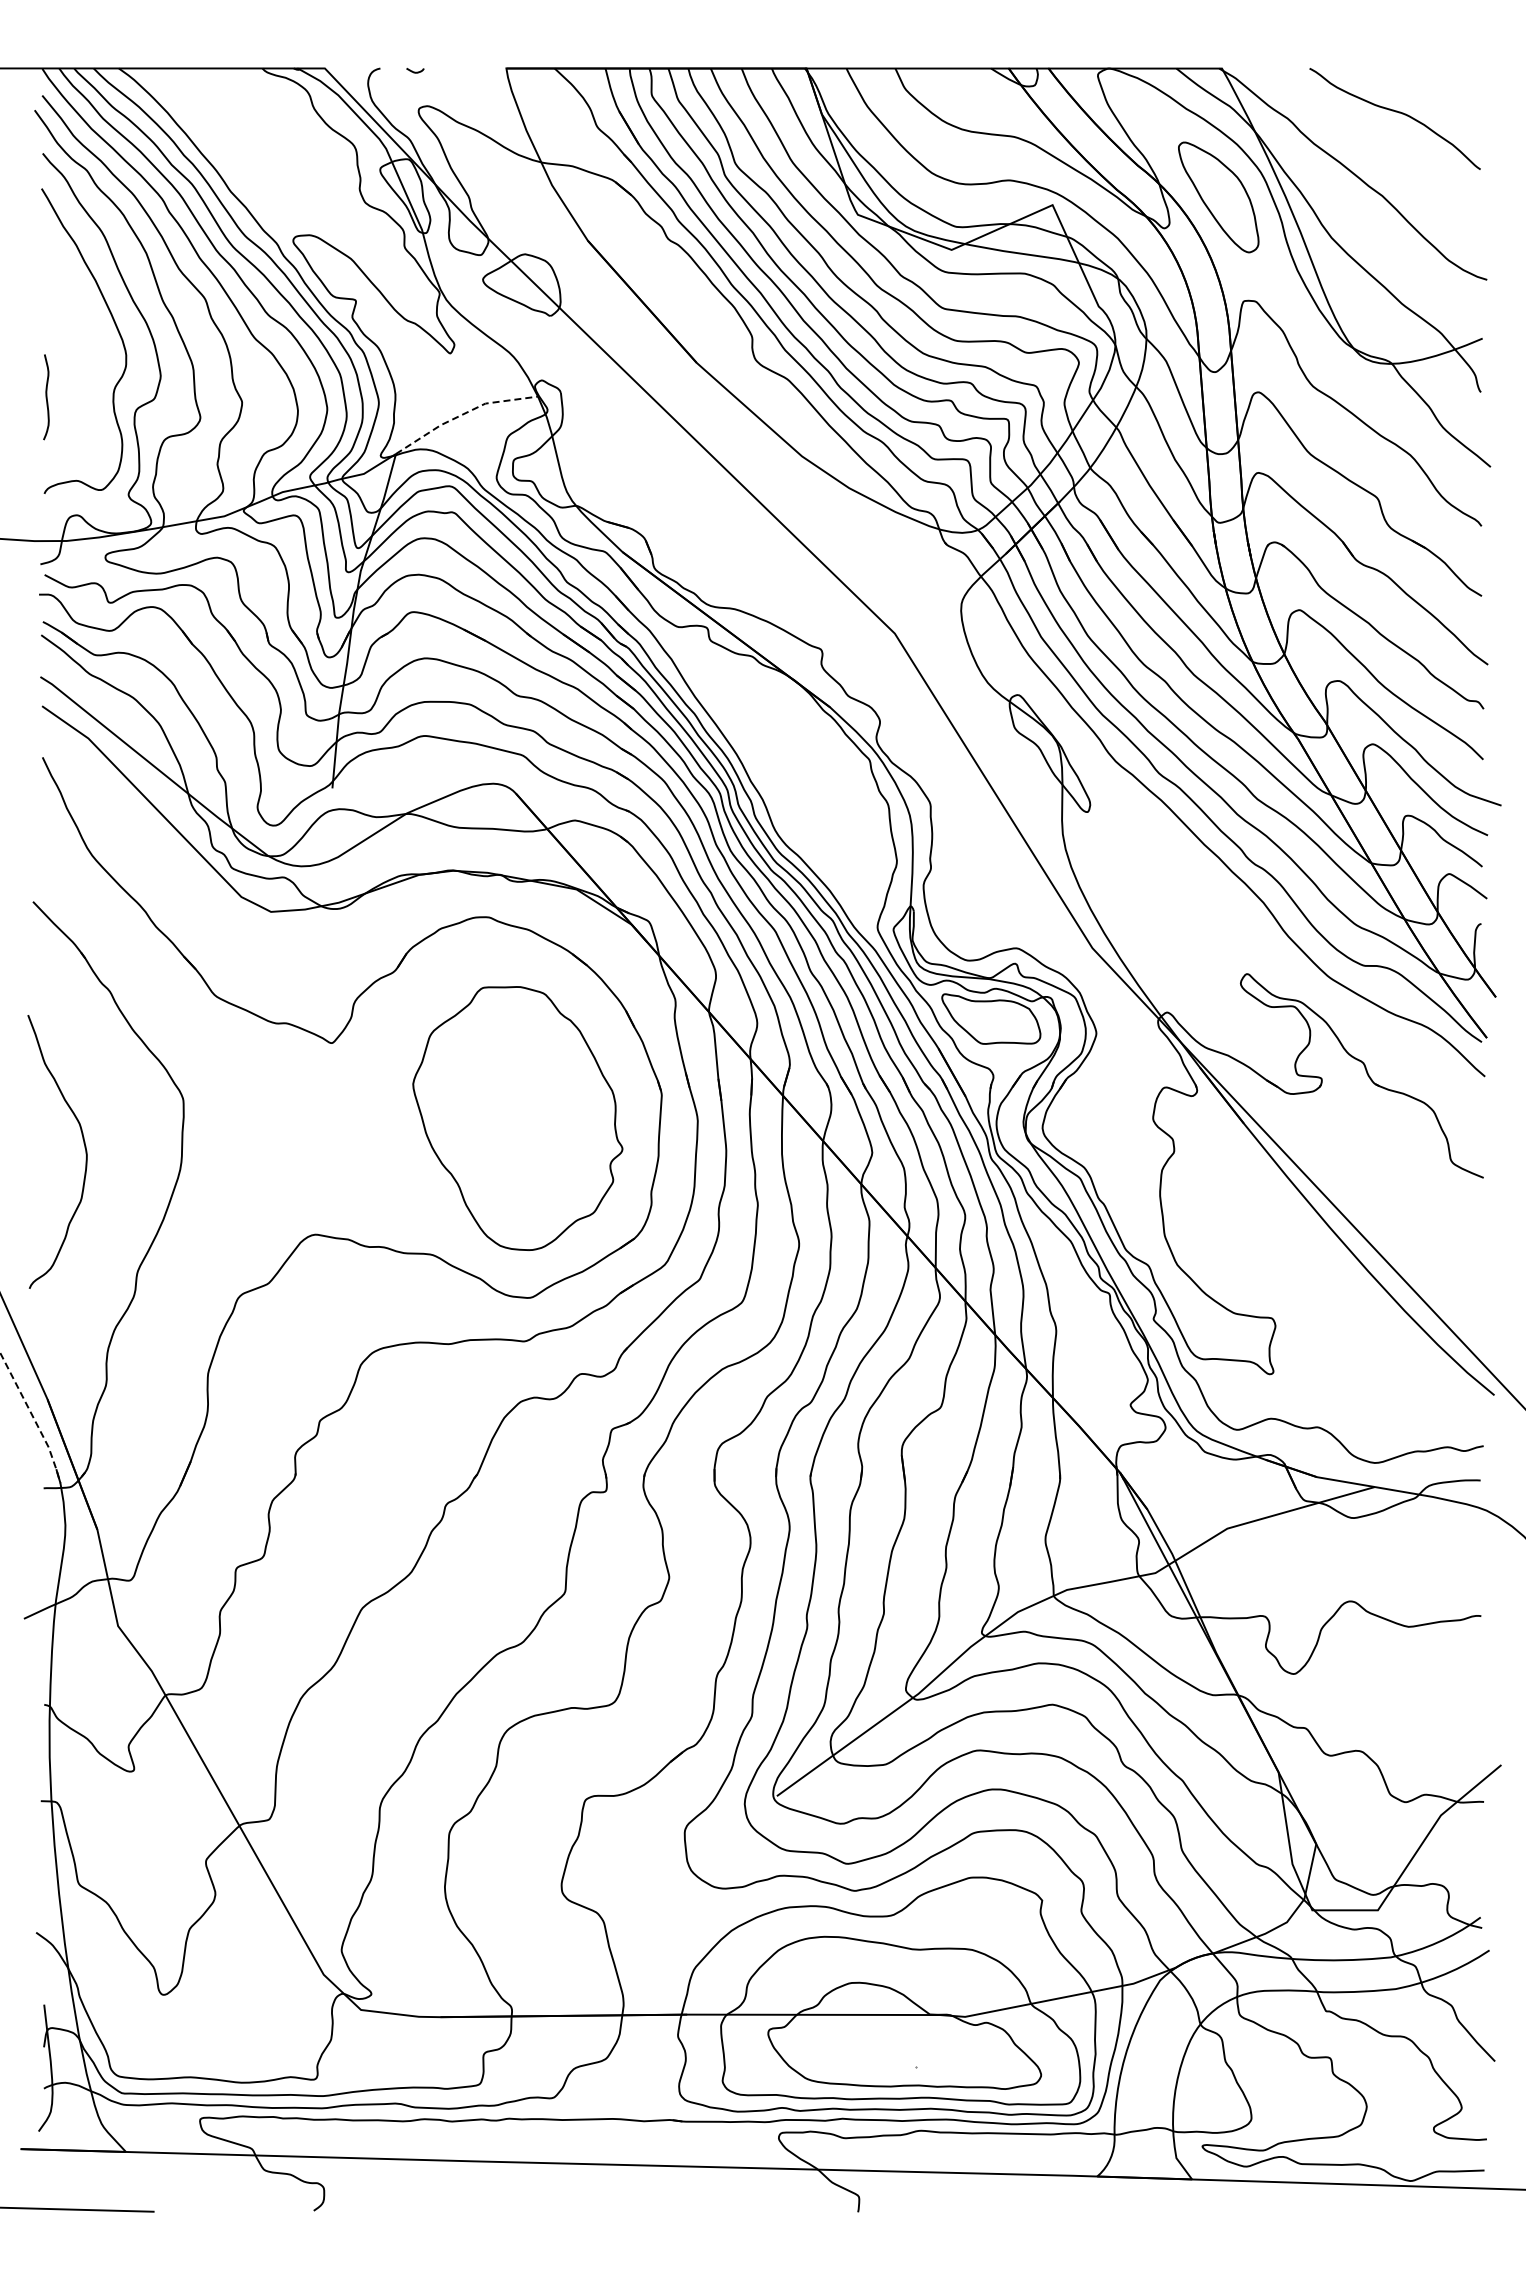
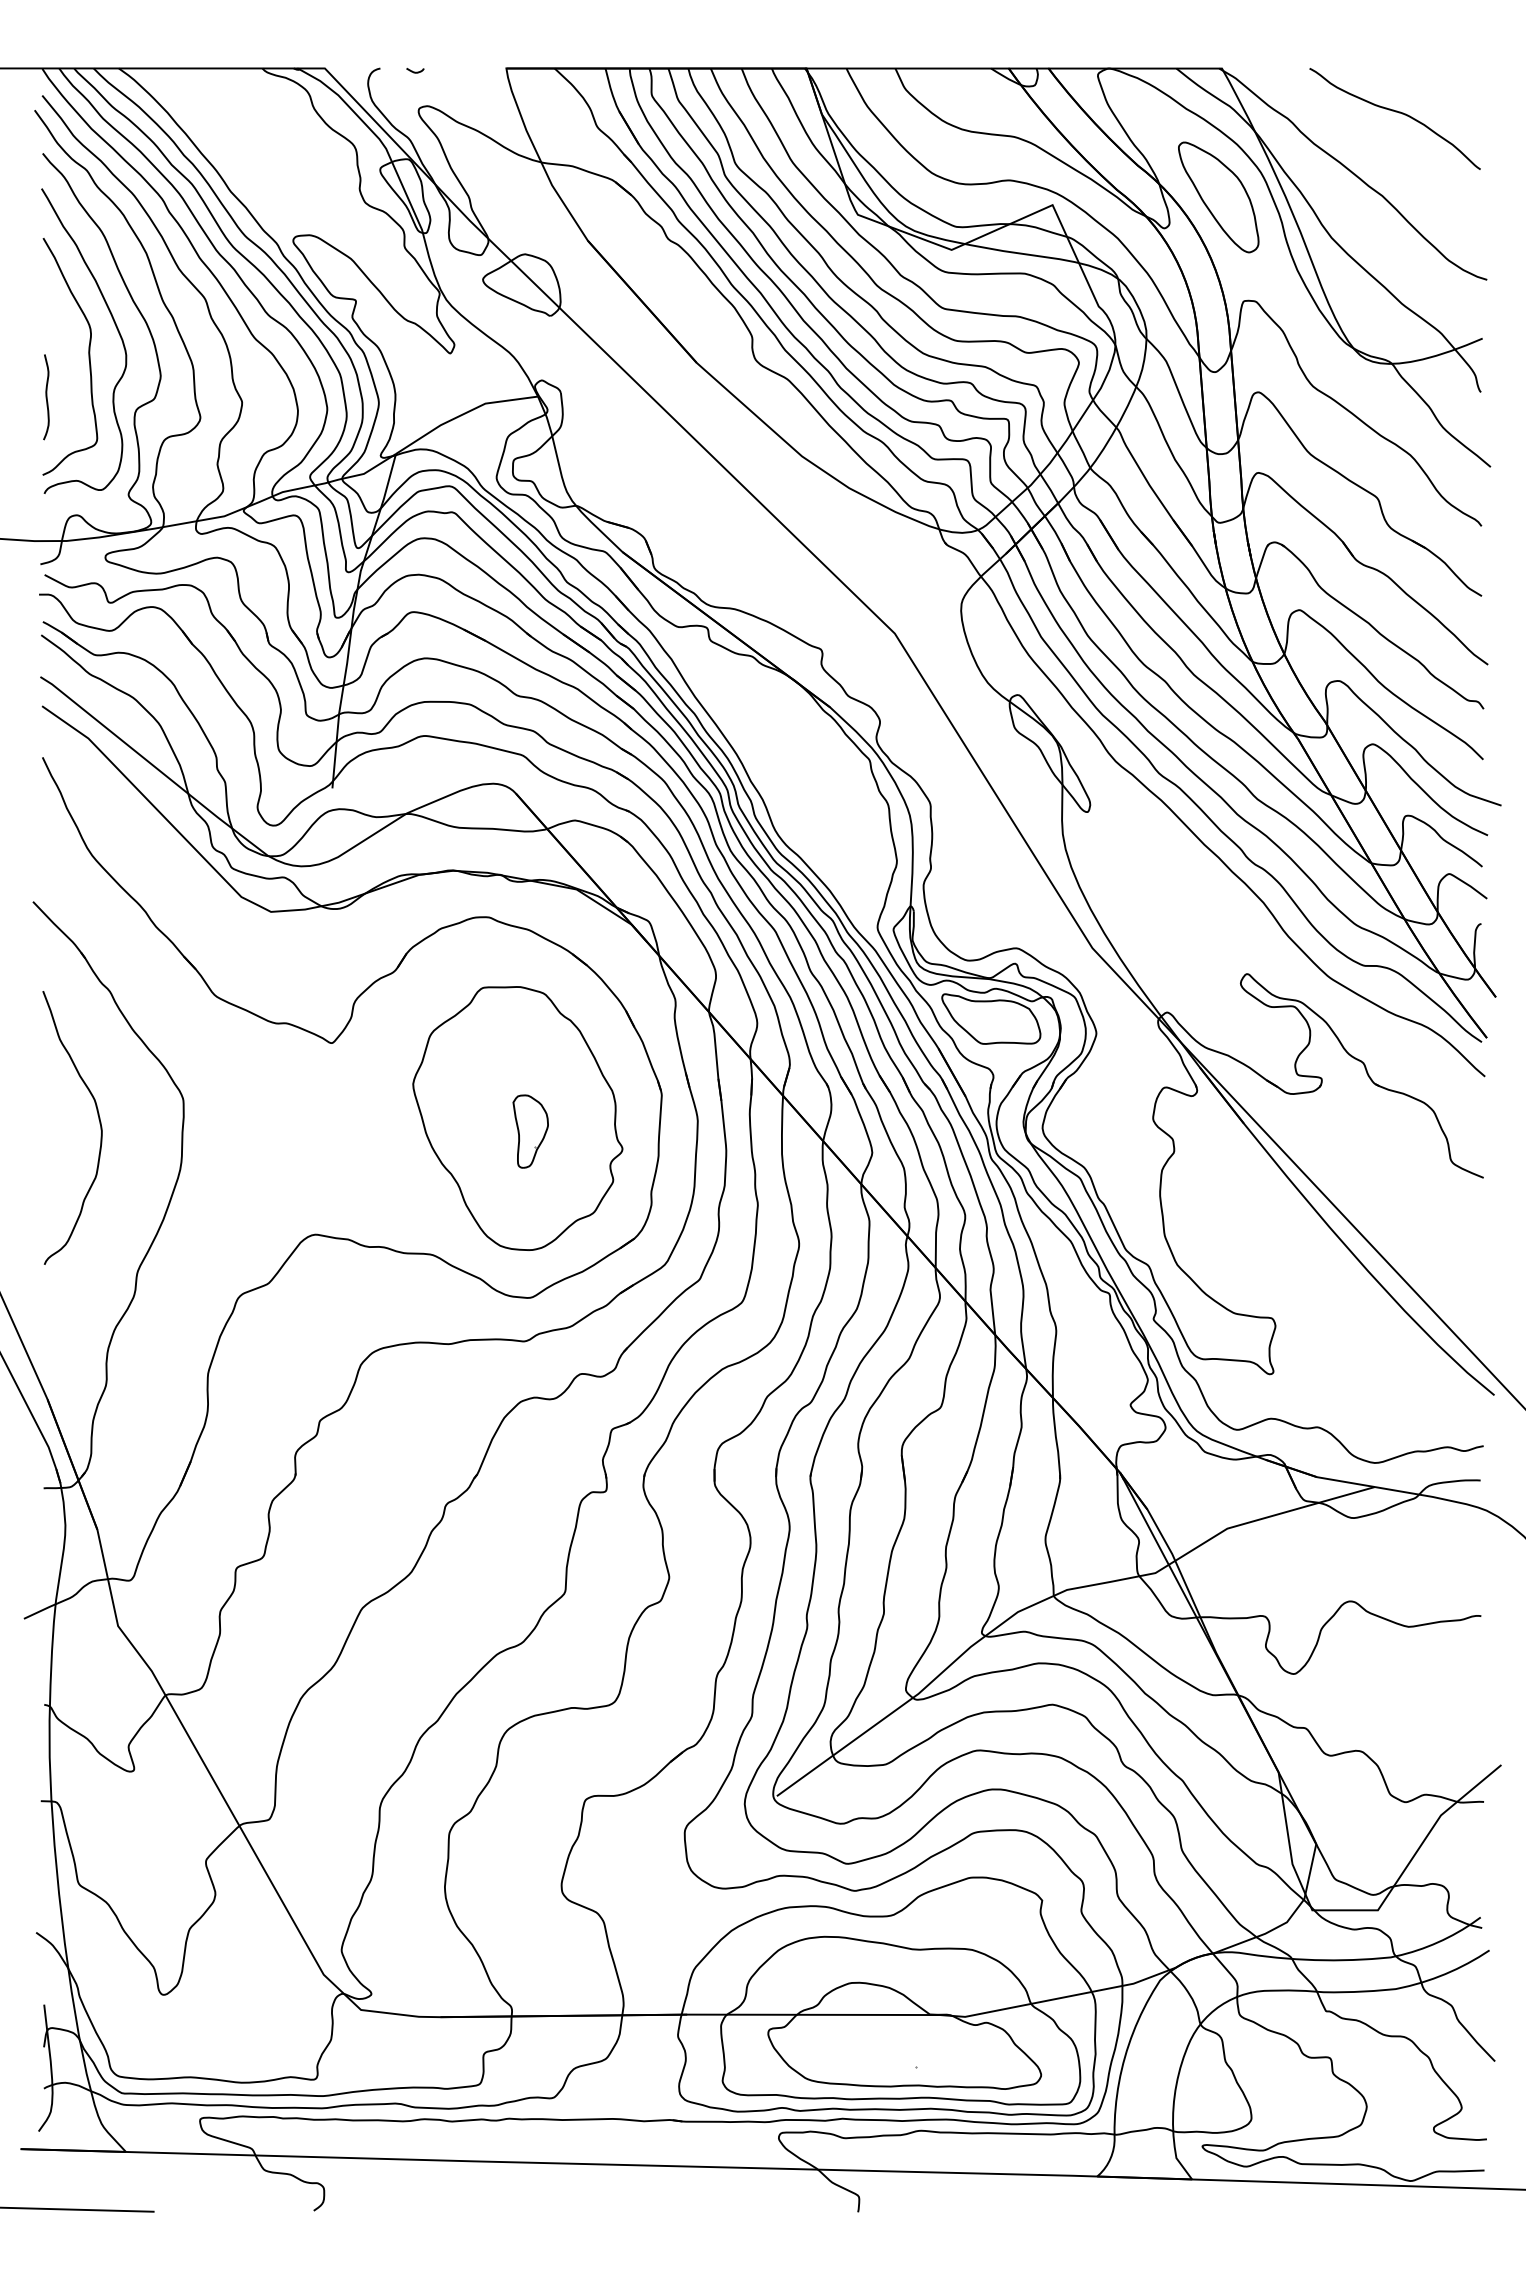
curve at (88, 356): none -> present
line at (463, 414): dashed -> solid
part at (530, 1131): none -> present
curve at (84, 1148) position: (84, 1148) -> (99, 1124)
line at (34, 1418): dashed -> solid
